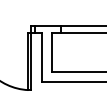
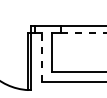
line at (83, 33): solid -> dashed
line at (42, 57): solid -> dashed
